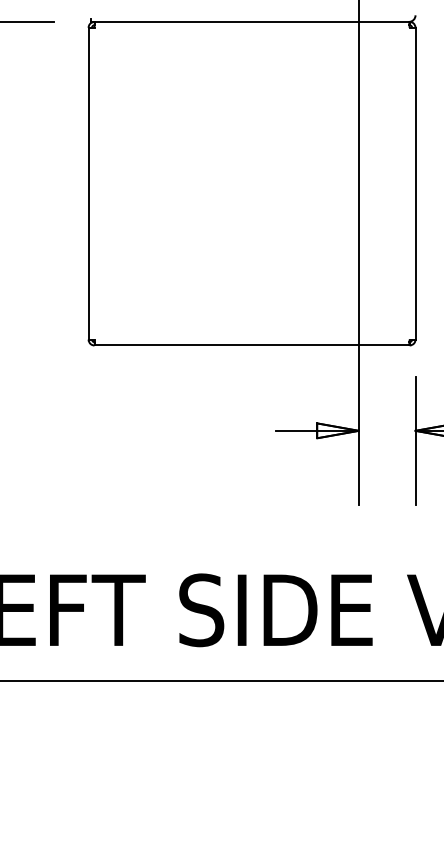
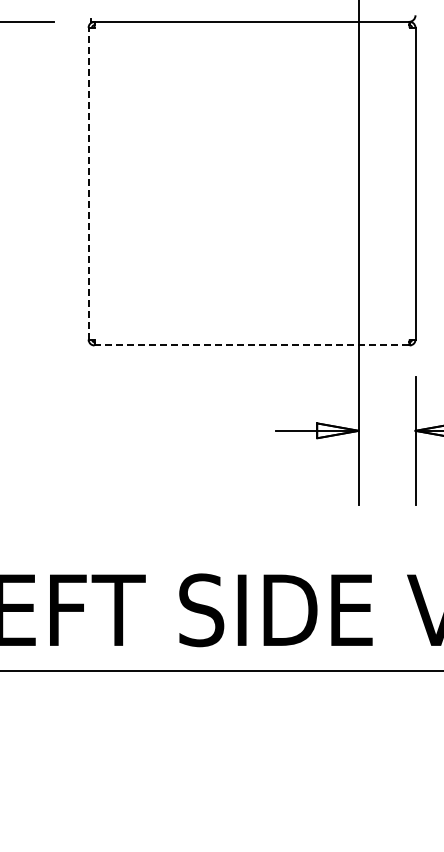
line at (88, 183): solid -> dashed
line at (252, 345): solid -> dashed
line at (221, 680) position: (221, 680) -> (221, 670)
